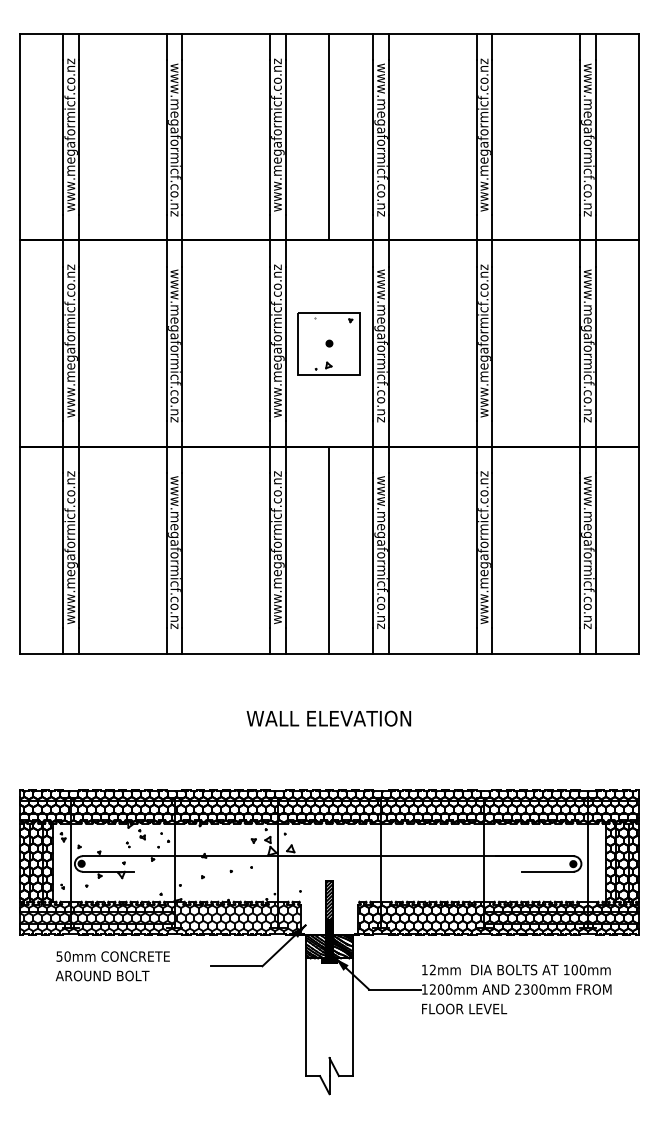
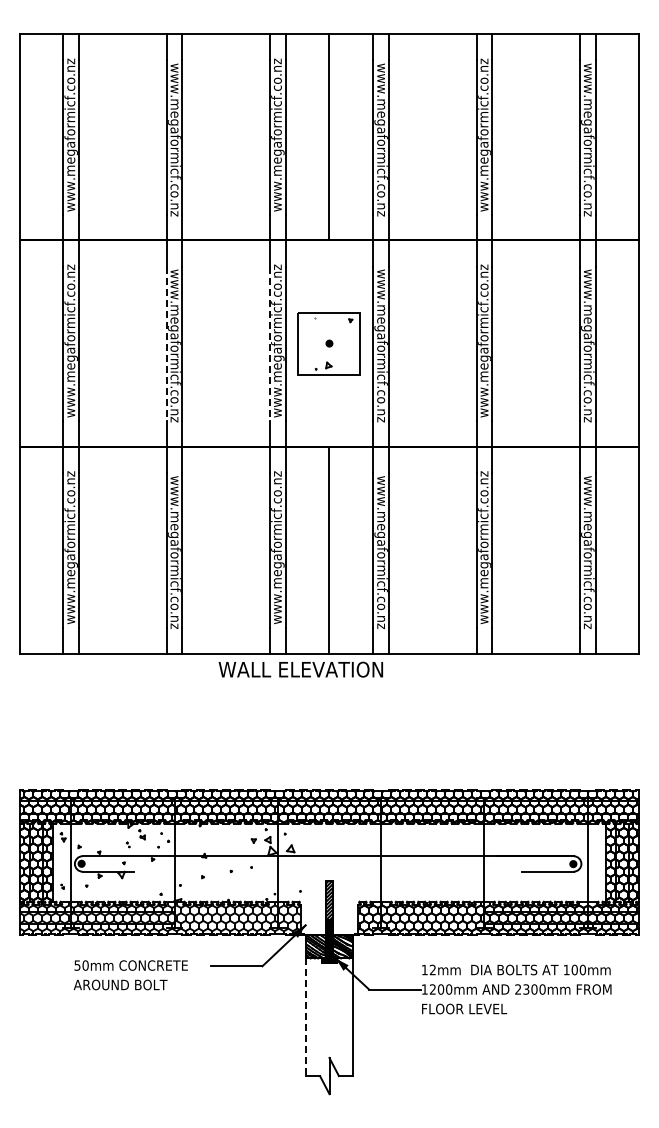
line at (166, 344): solid -> dashed
line at (270, 344): solid -> dashed
text at (328, 718) position: (328, 718) -> (300, 669)
text at (112, 966) position: (112, 966) -> (130, 975)
line at (306, 1017): solid -> dashed
